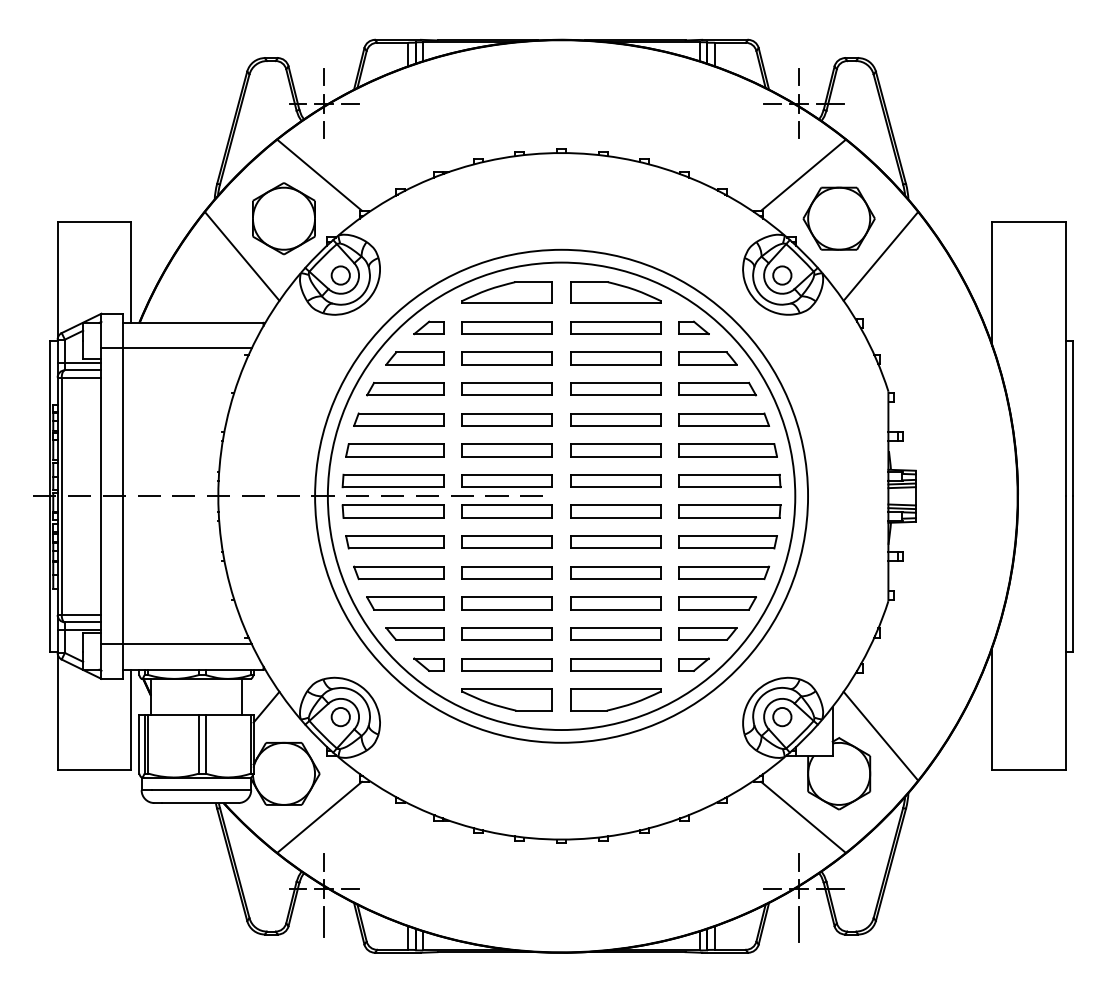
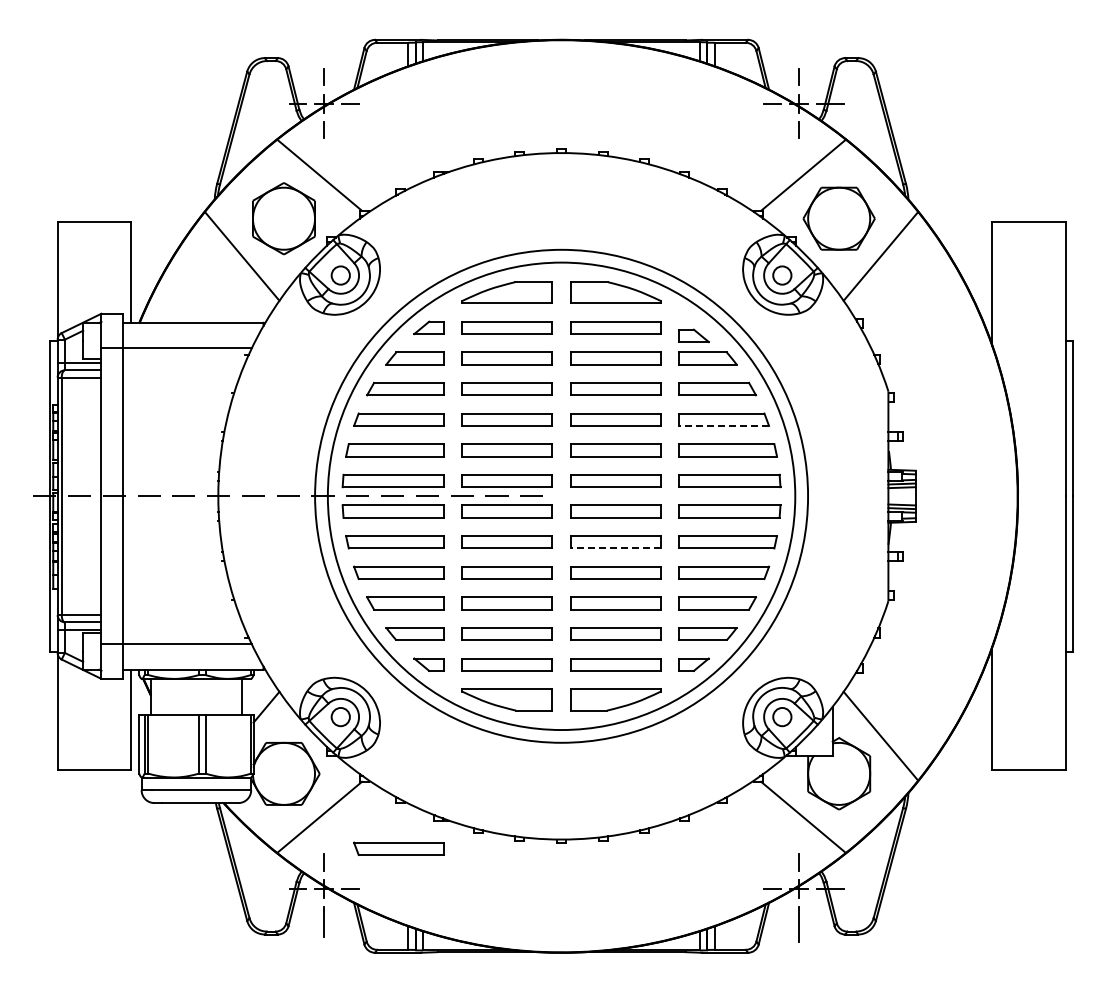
part at (693, 327) position: (693, 327) -> (693, 335)
line at (724, 425): solid -> dashed
line at (615, 548): solid -> dashed
part at (398, 848): none -> present
